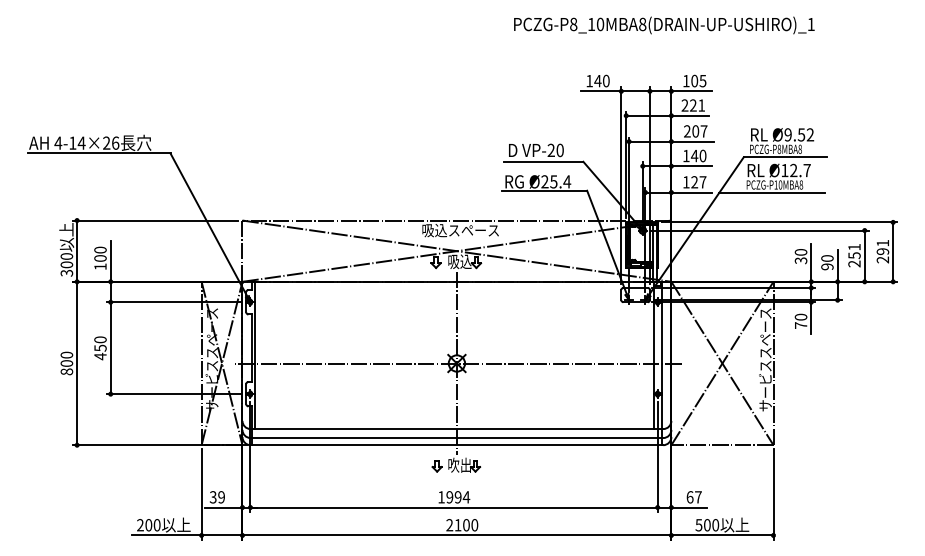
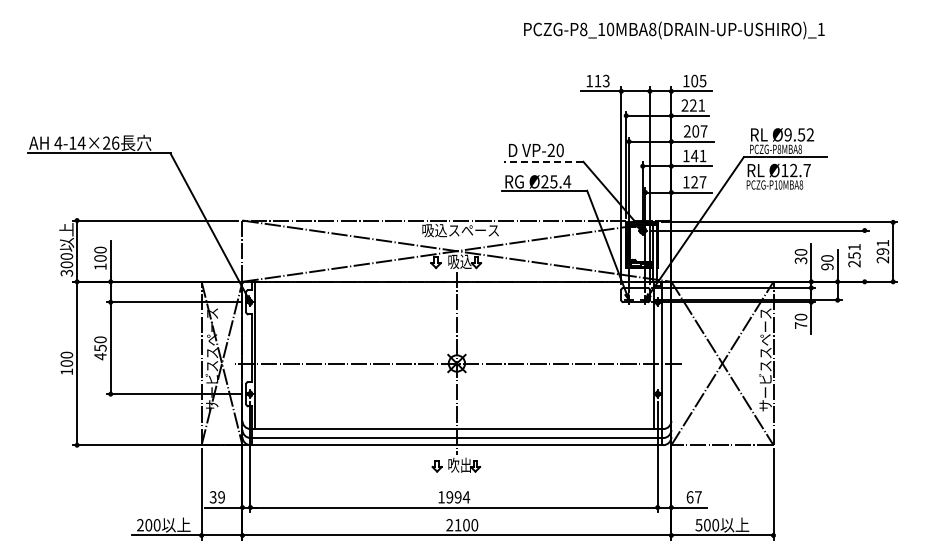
text at (664, 25) position: (664, 25) -> (674, 30)
text at (601, 81): 140 -> 113
text at (702, 155): 140 -> 141
line at (543, 161): solid -> dashed
line at (771, 192): present -> none
line at (864, 255): present -> none
text at (66, 371): 800 -> 100
